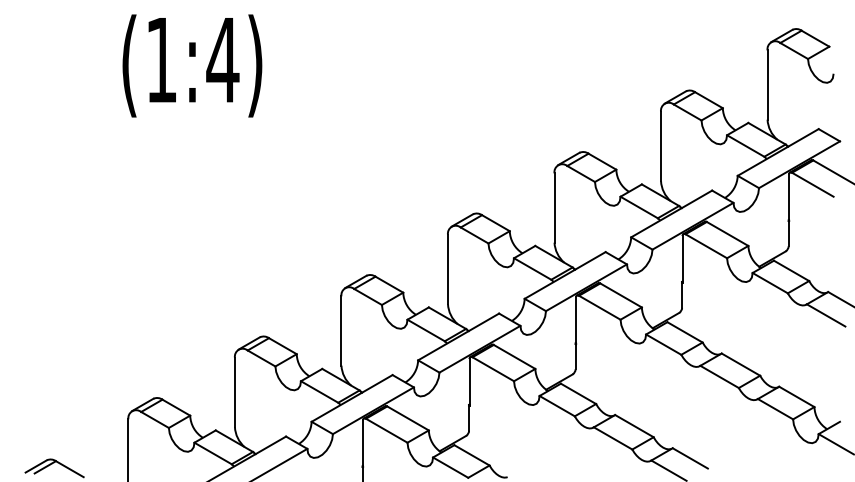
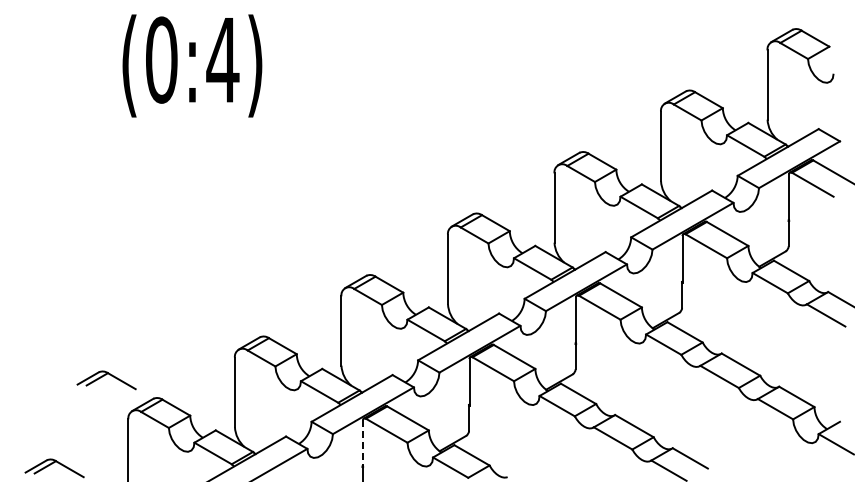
text at (161, 59): (1:4) -> (0:4)
part at (106, 380): none -> present
line at (362, 444): solid -> dashed
